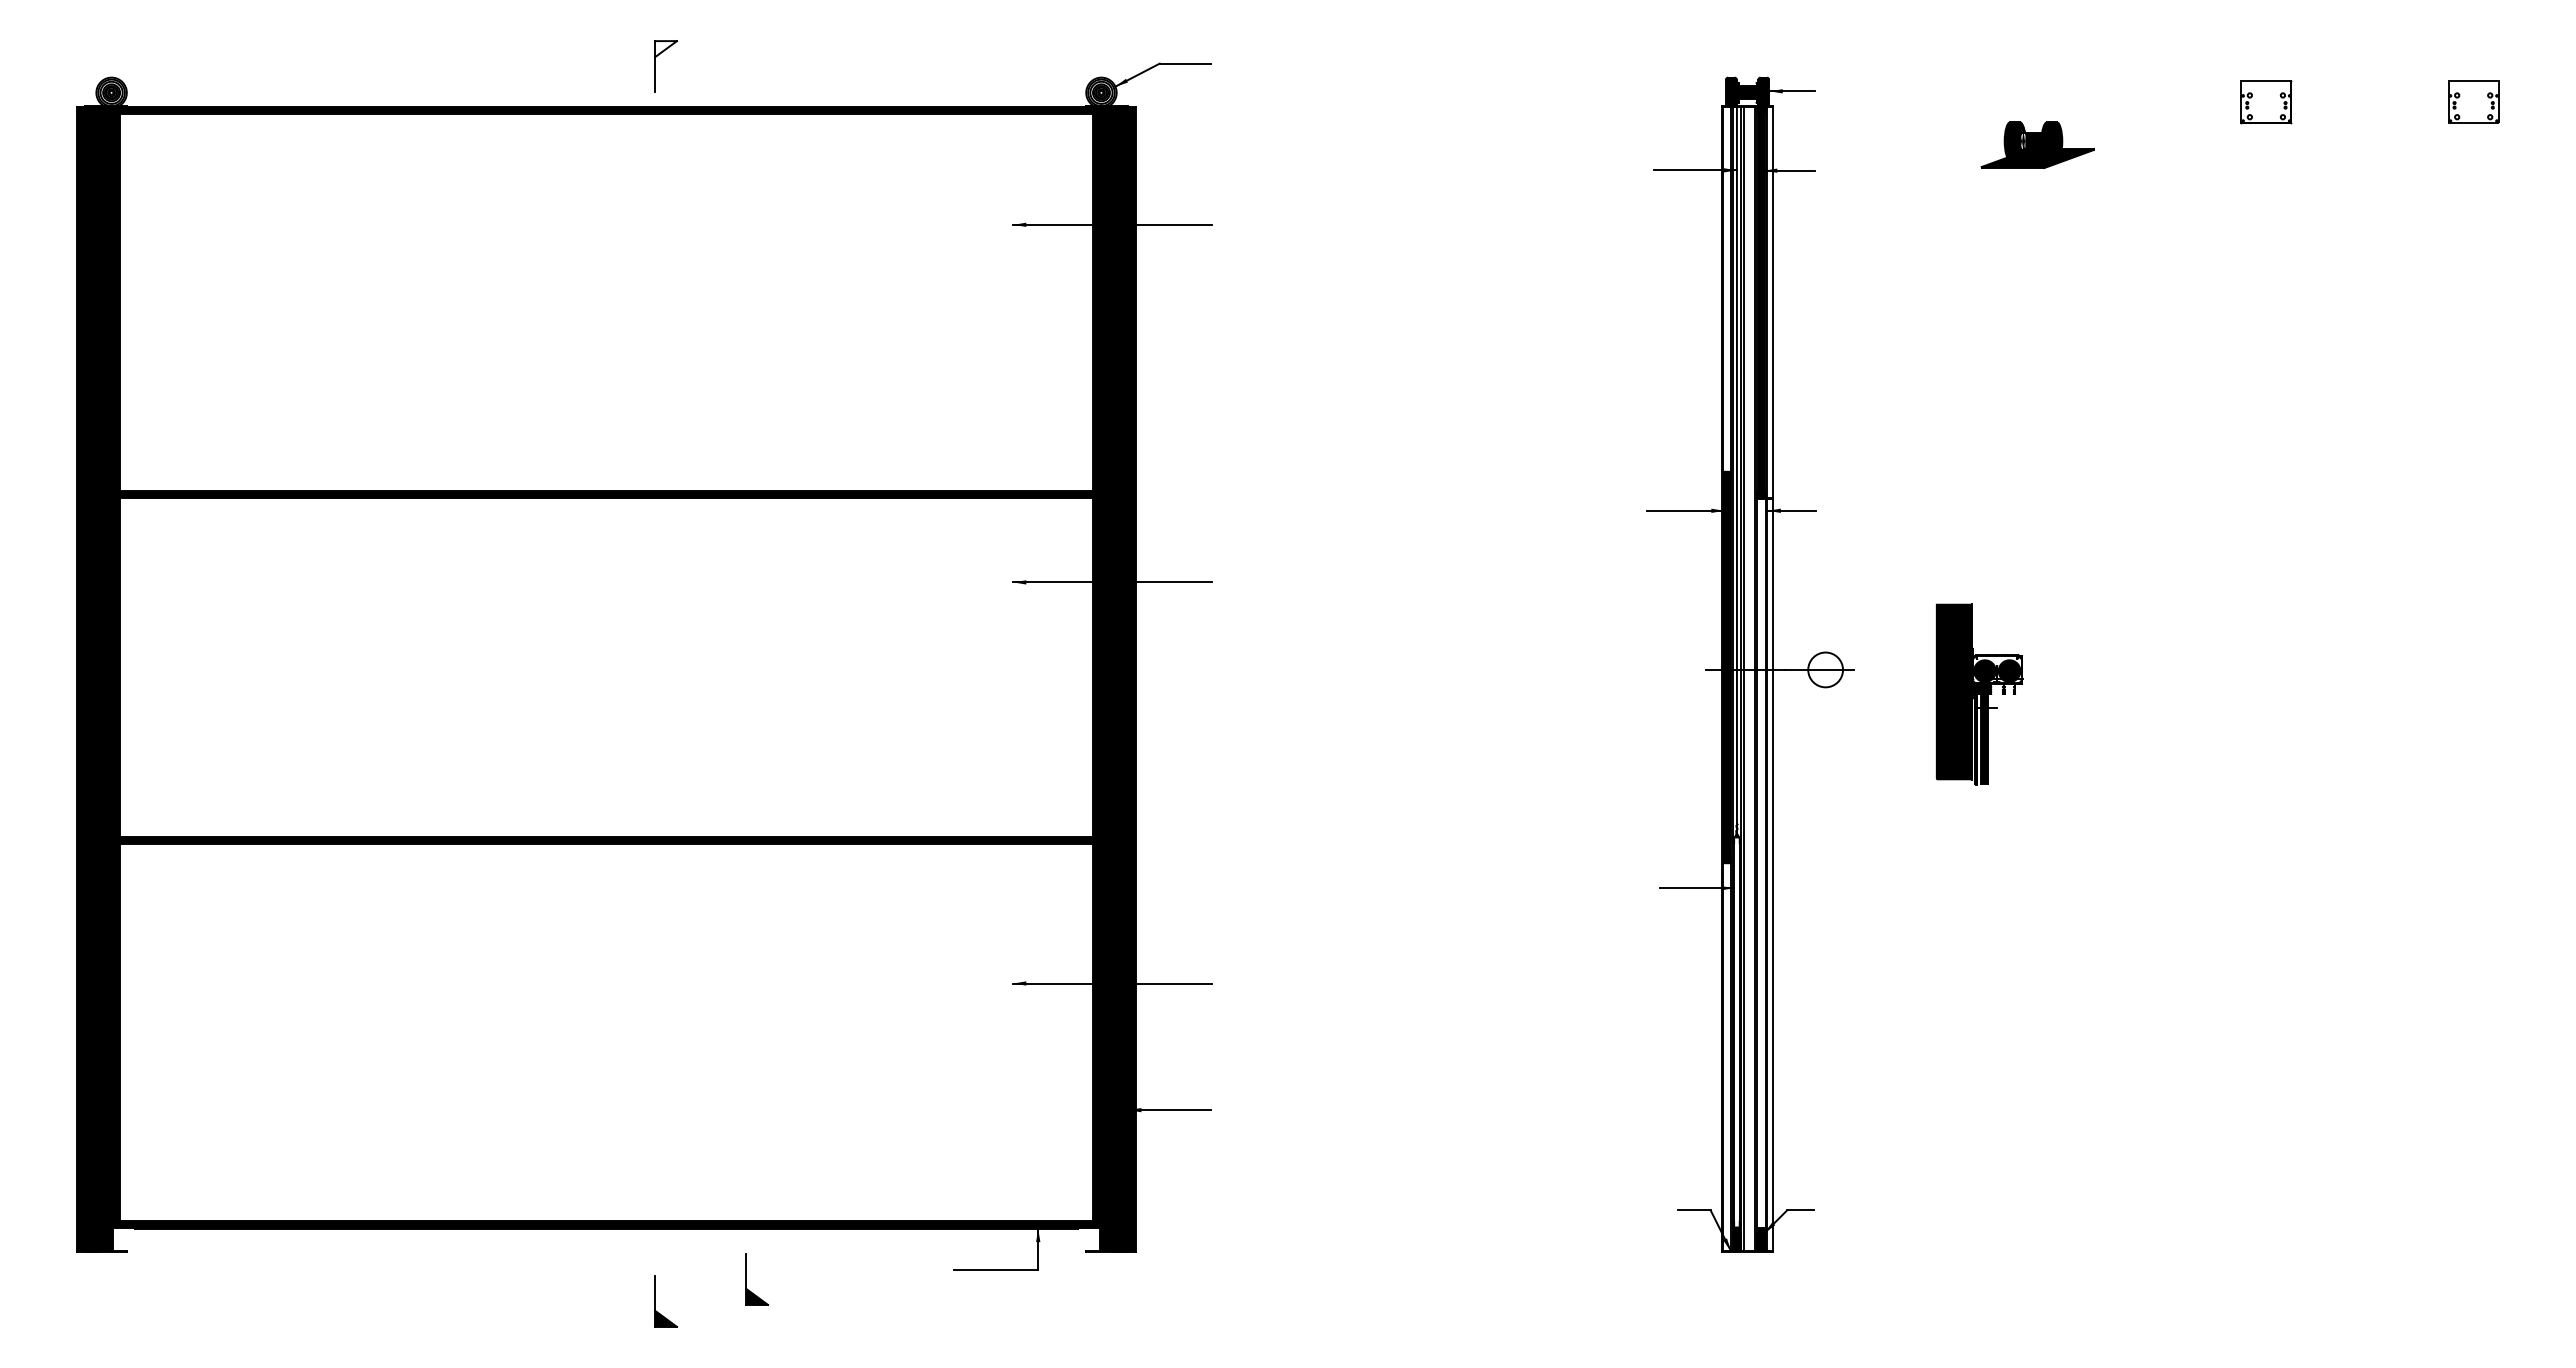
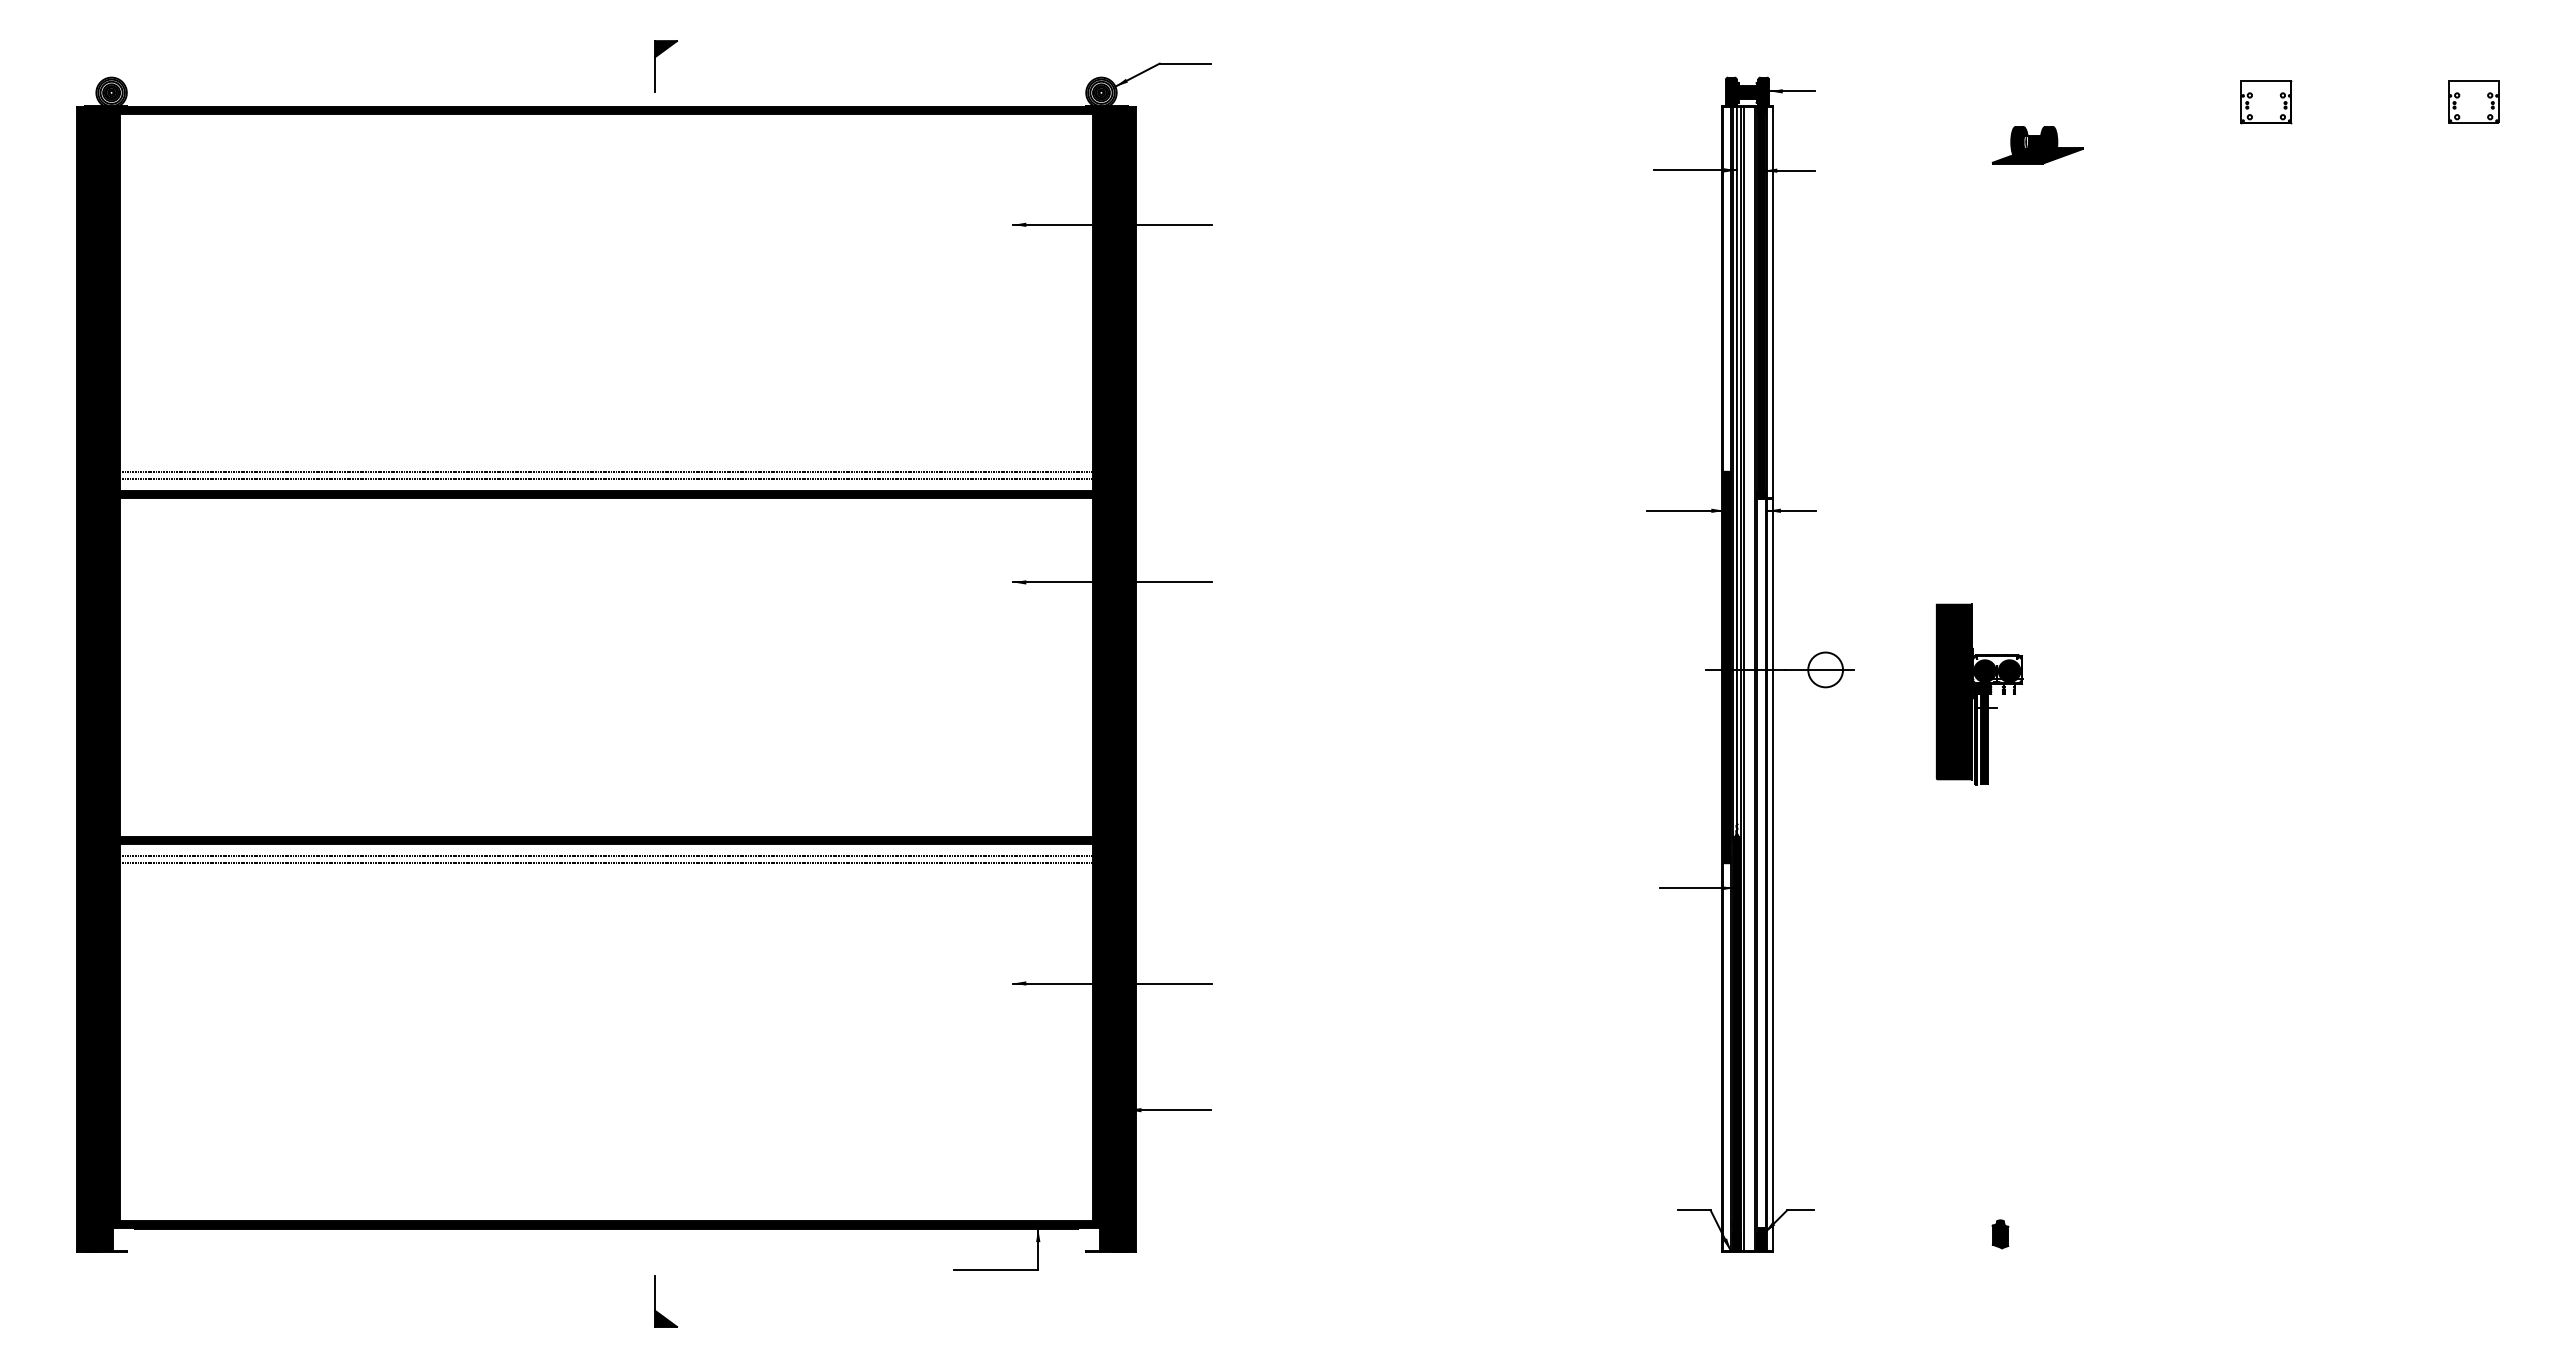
fill at (666, 49): none -> present
part at (2037, 144) size: 115x48 px -> 93x39 px
line at (606, 471): none -> present
line at (606, 478): none -> present
line at (606, 856): none -> present
line at (606, 863): none -> present
hatch at (1736, 1032): none -> present
part at (2000, 1234): none -> present
part at (746, 1279): present -> none
